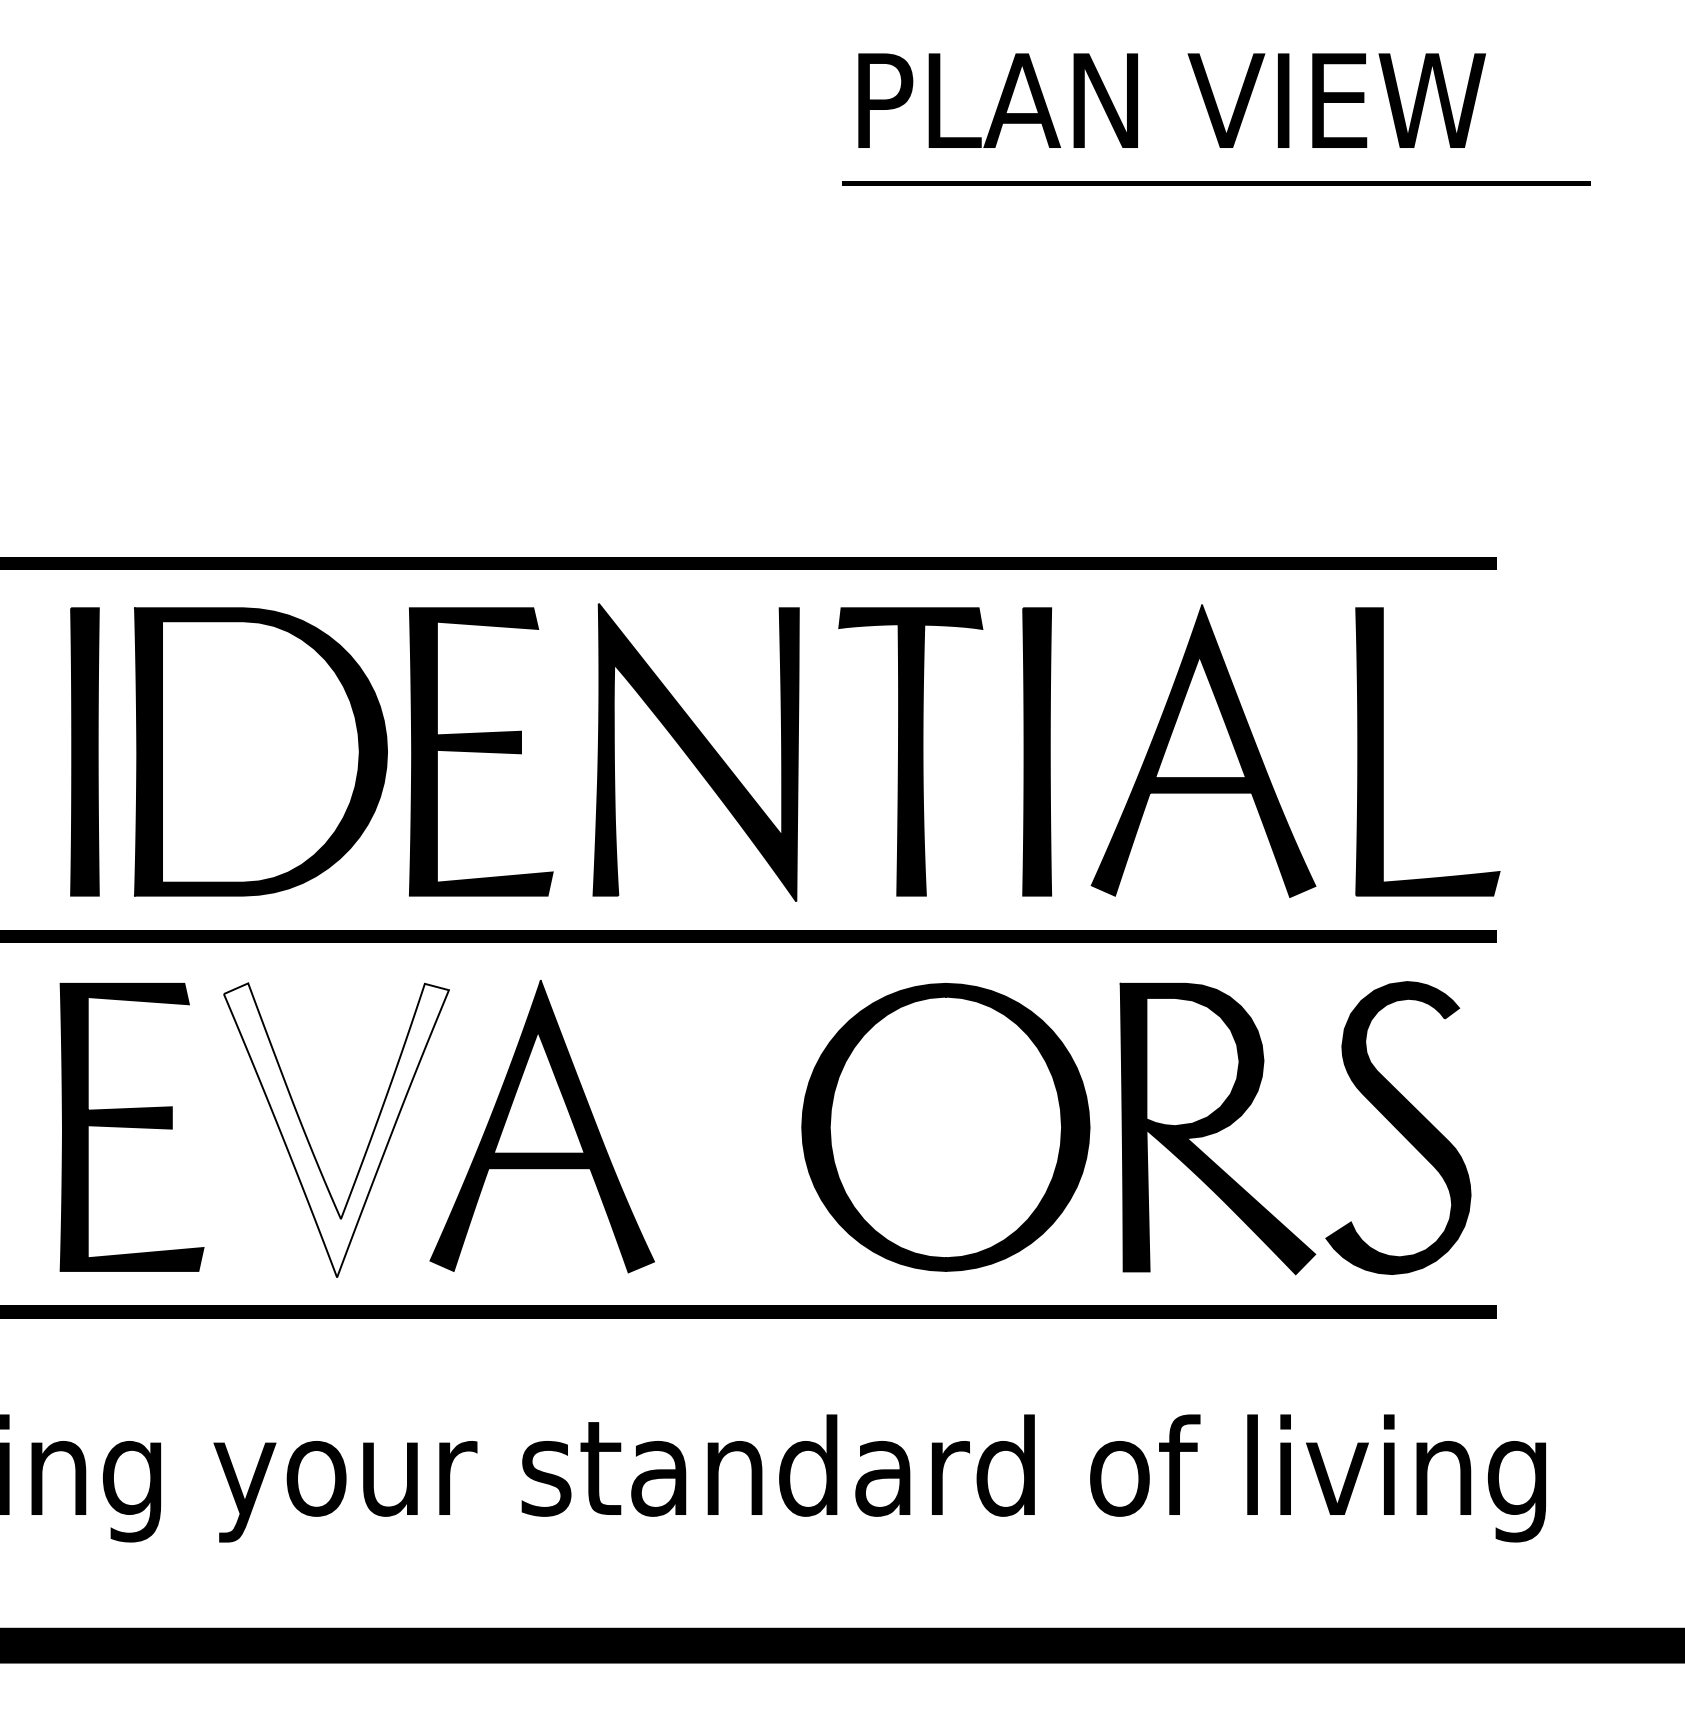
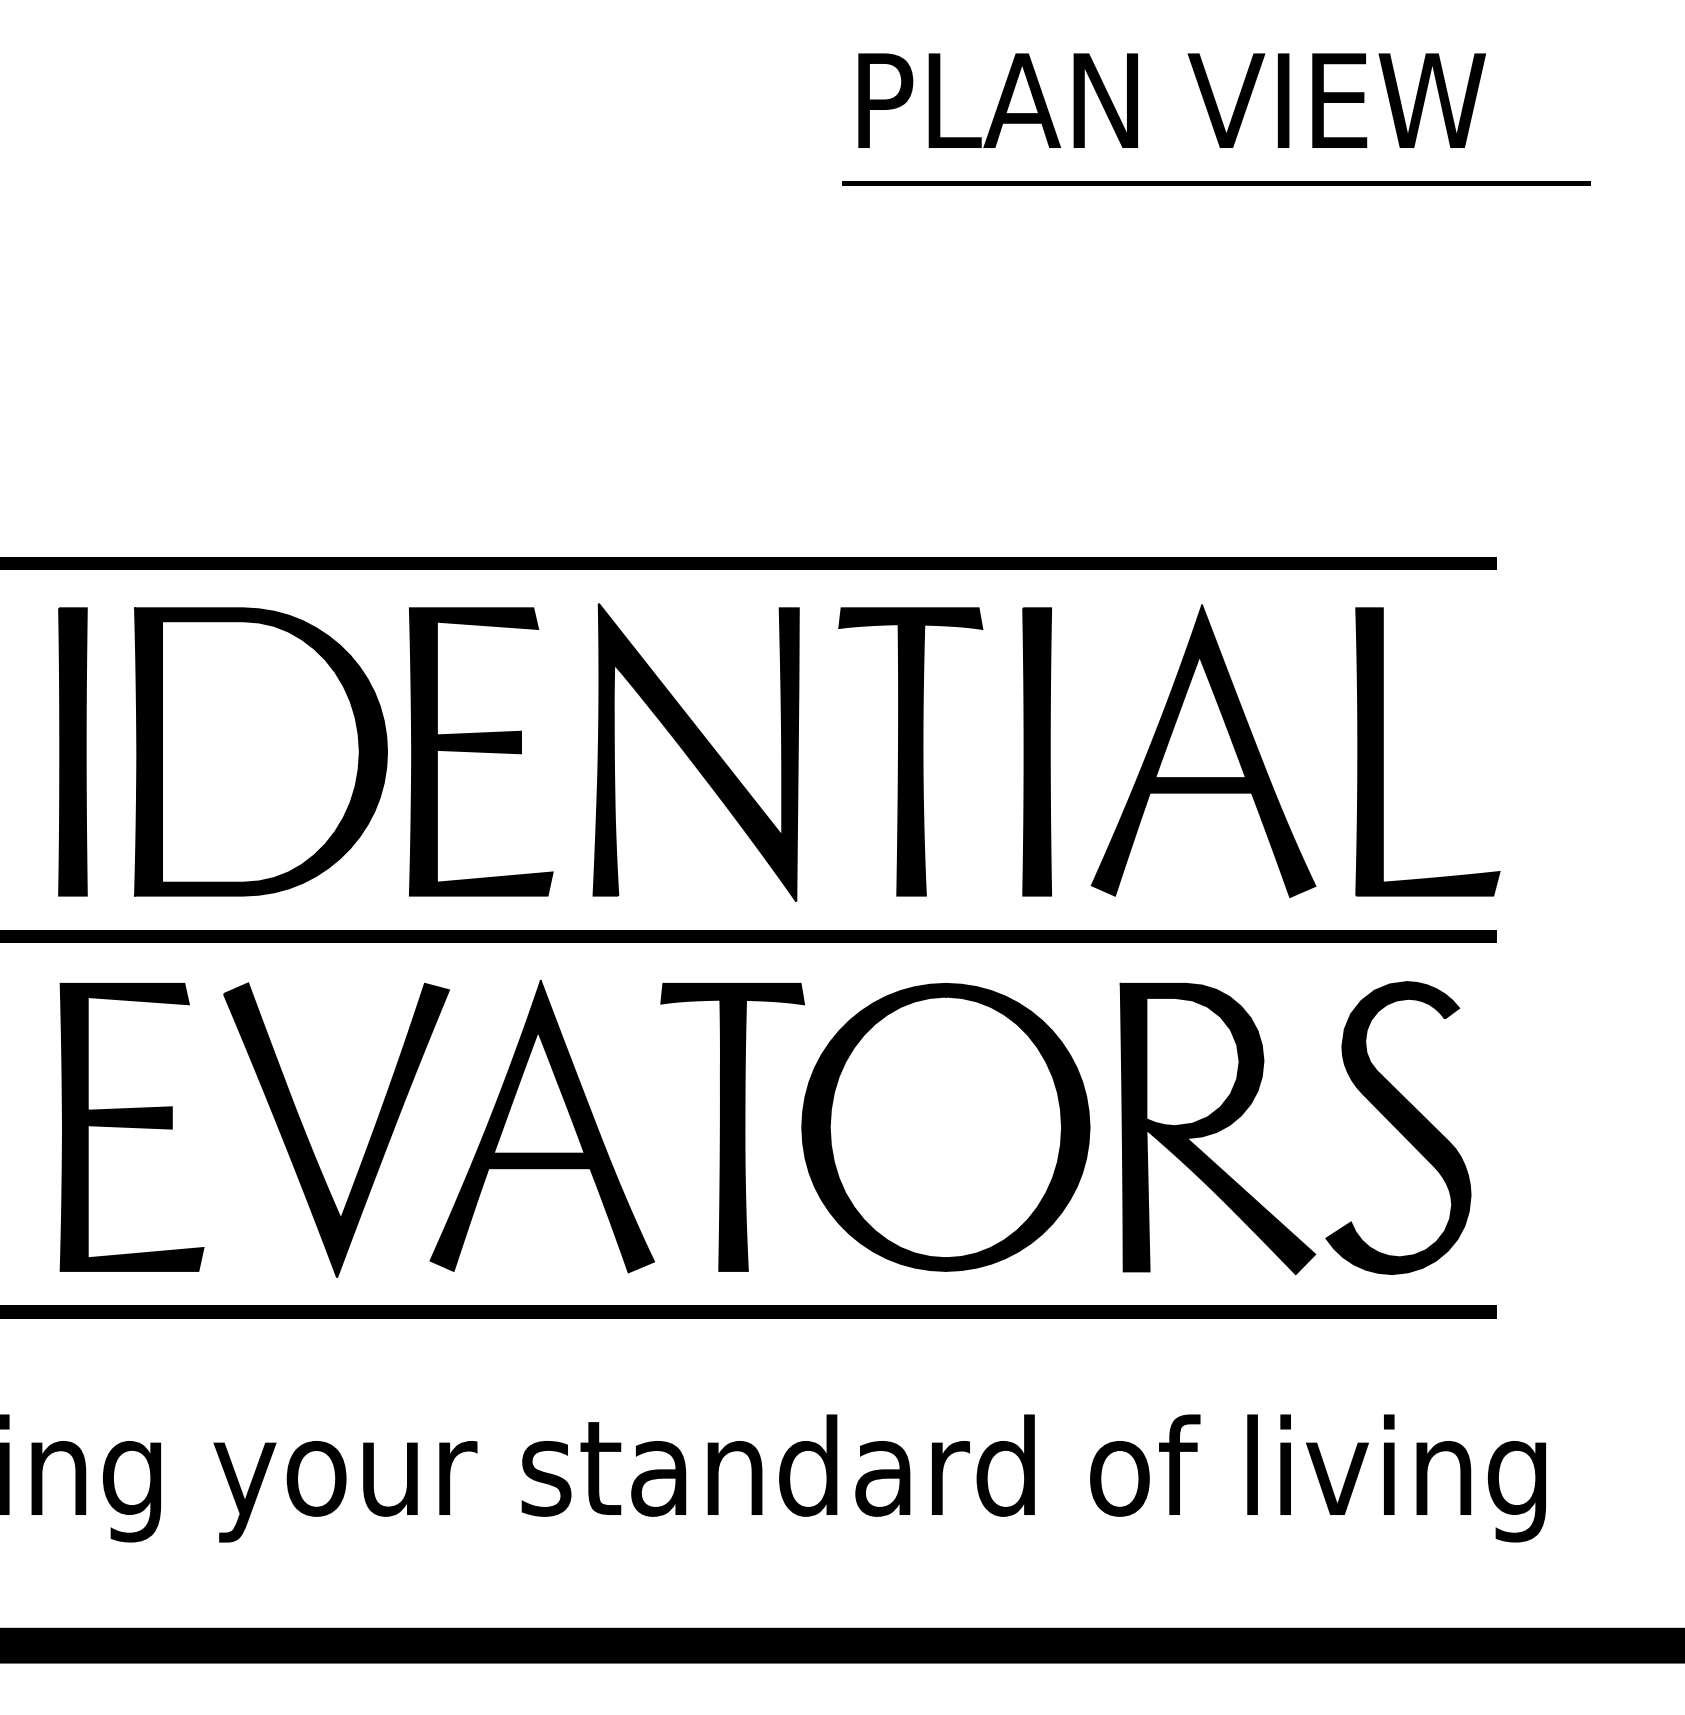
part at (84, 751) position: (84, 751) -> (72, 751)
part at (732, 1127): none -> present
fill at (335, 1130): none -> present
